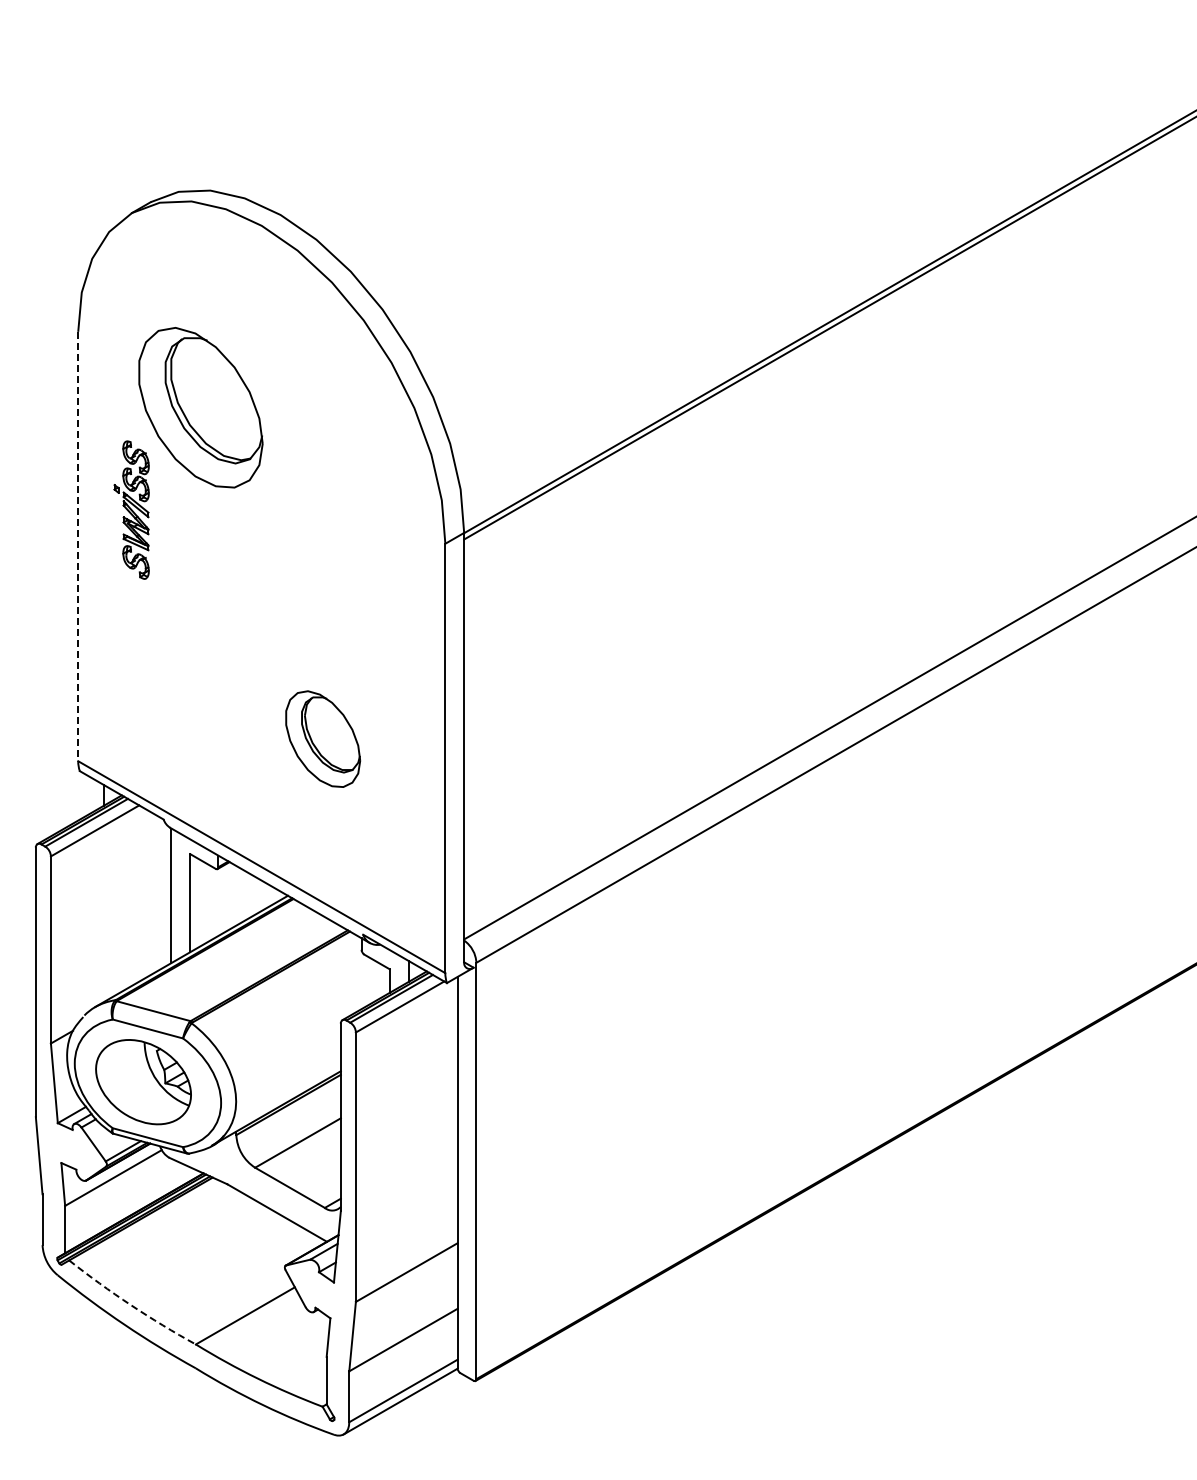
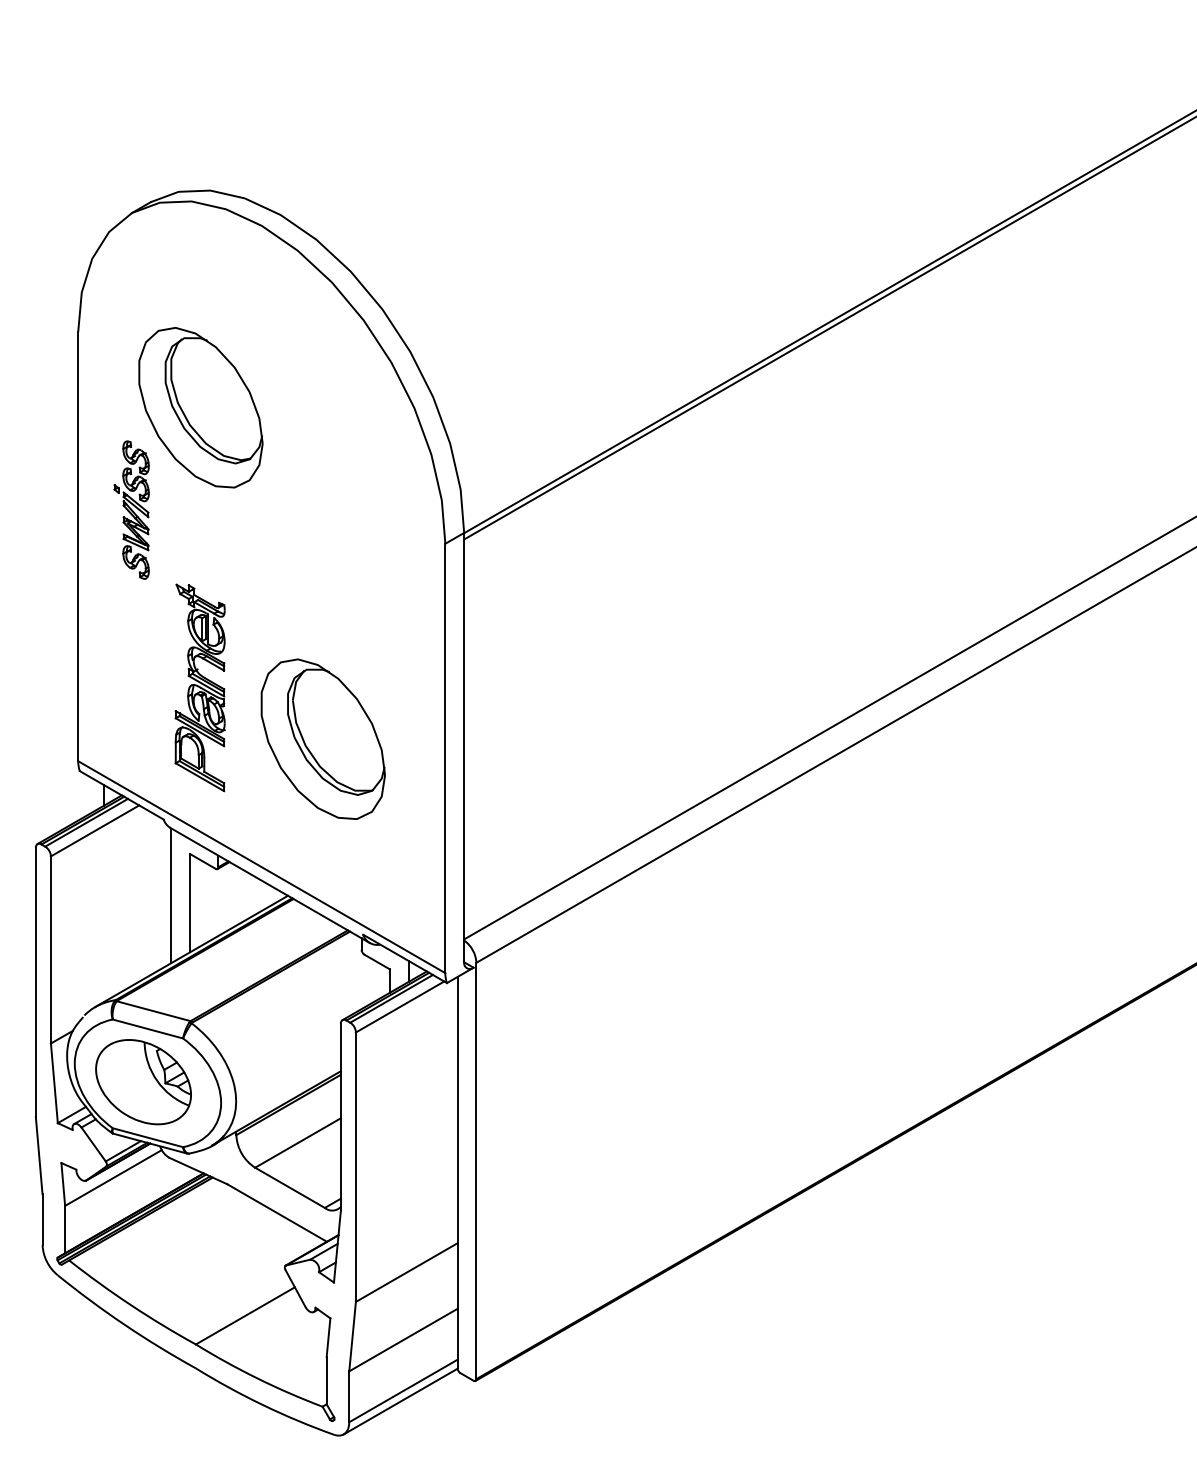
line at (78, 546): dashed -> solid
part at (199, 687): none -> present
part at (323, 738) size: 77x98 px -> 126x162 px
arc at (130, 1305): dashed -> solid
